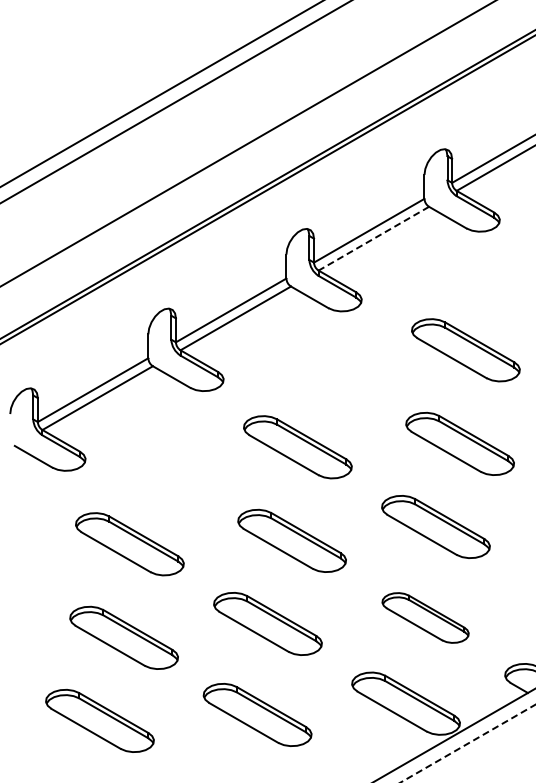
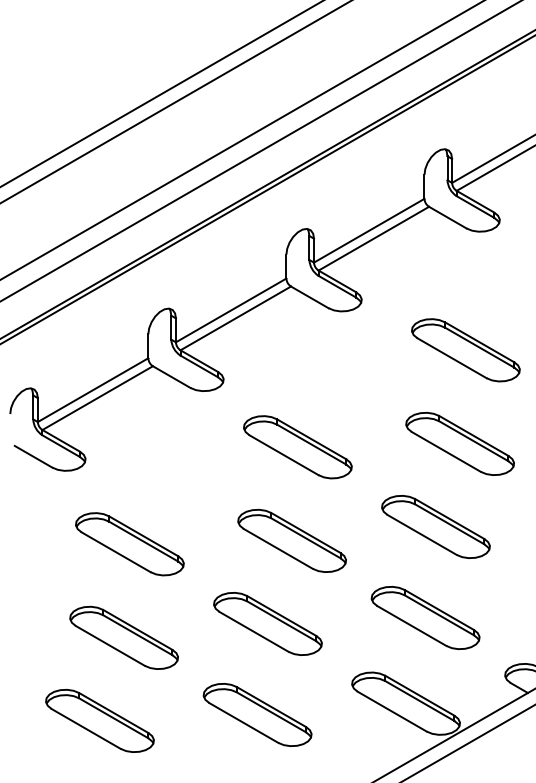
line at (247, 143) position: (247, 143) -> (241, 140)
line at (260, 151): none -> present
line at (373, 238): dashed -> solid
part at (425, 617) size: 89x52 px -> 111x64 px
line at (468, 743): dashed -> solid
